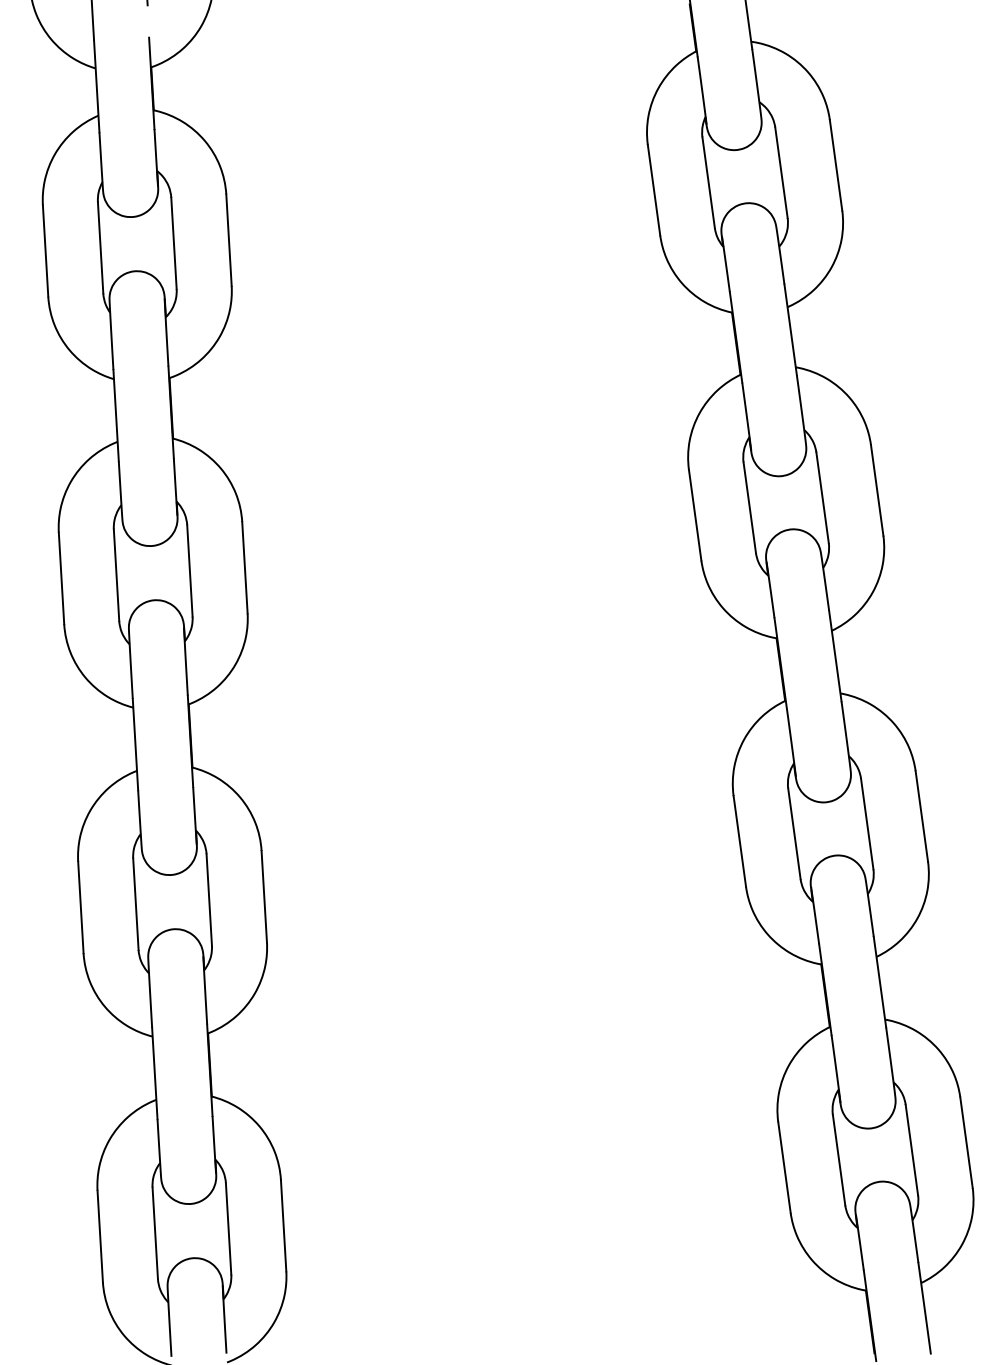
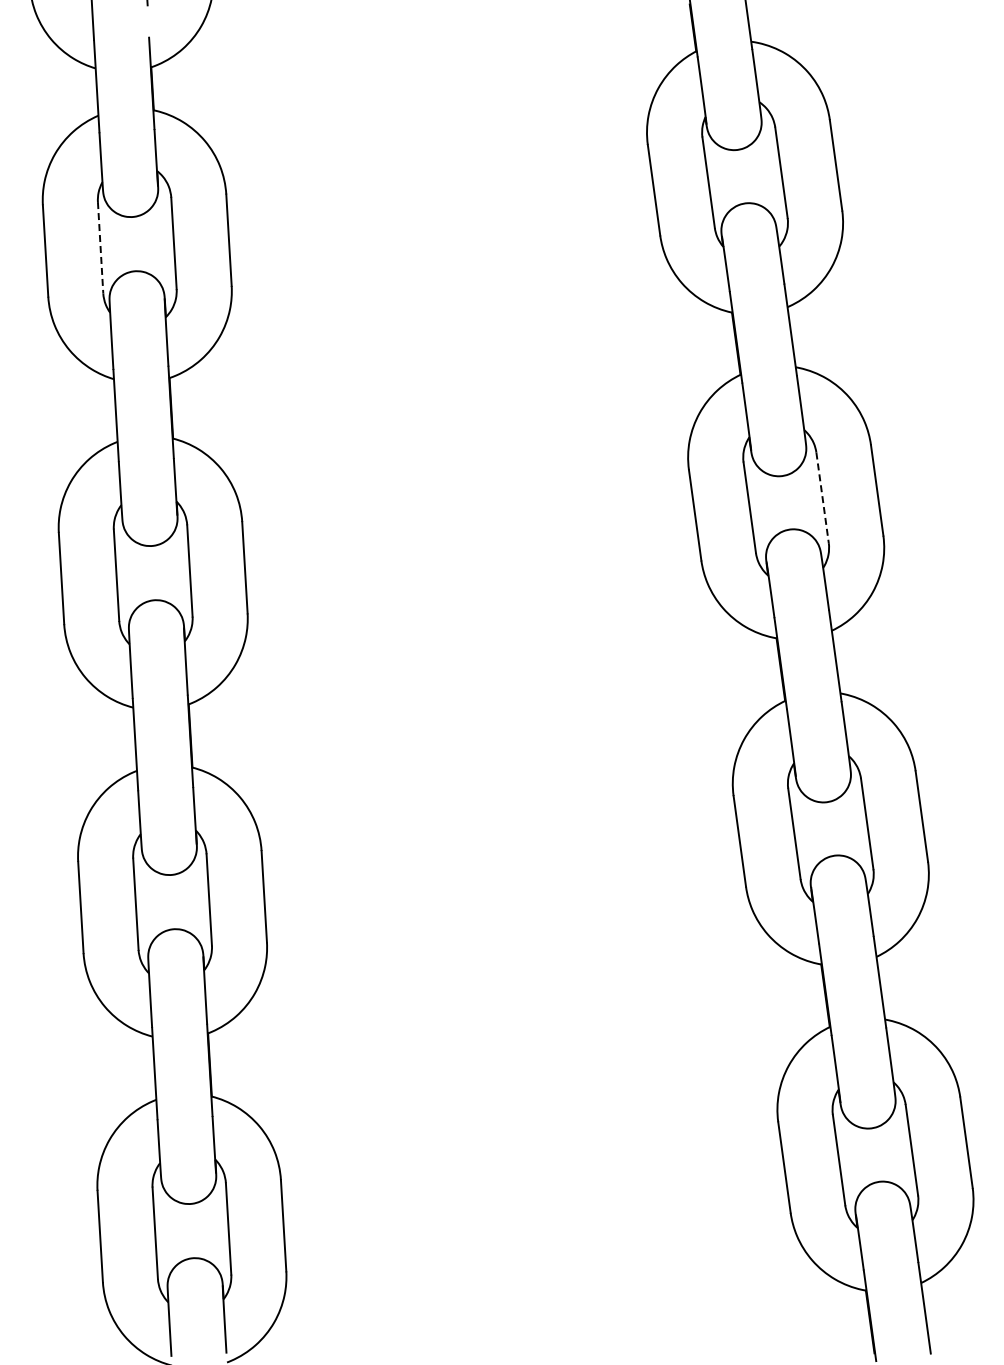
line at (100, 247): solid -> dashed
line at (822, 497): solid -> dashed
